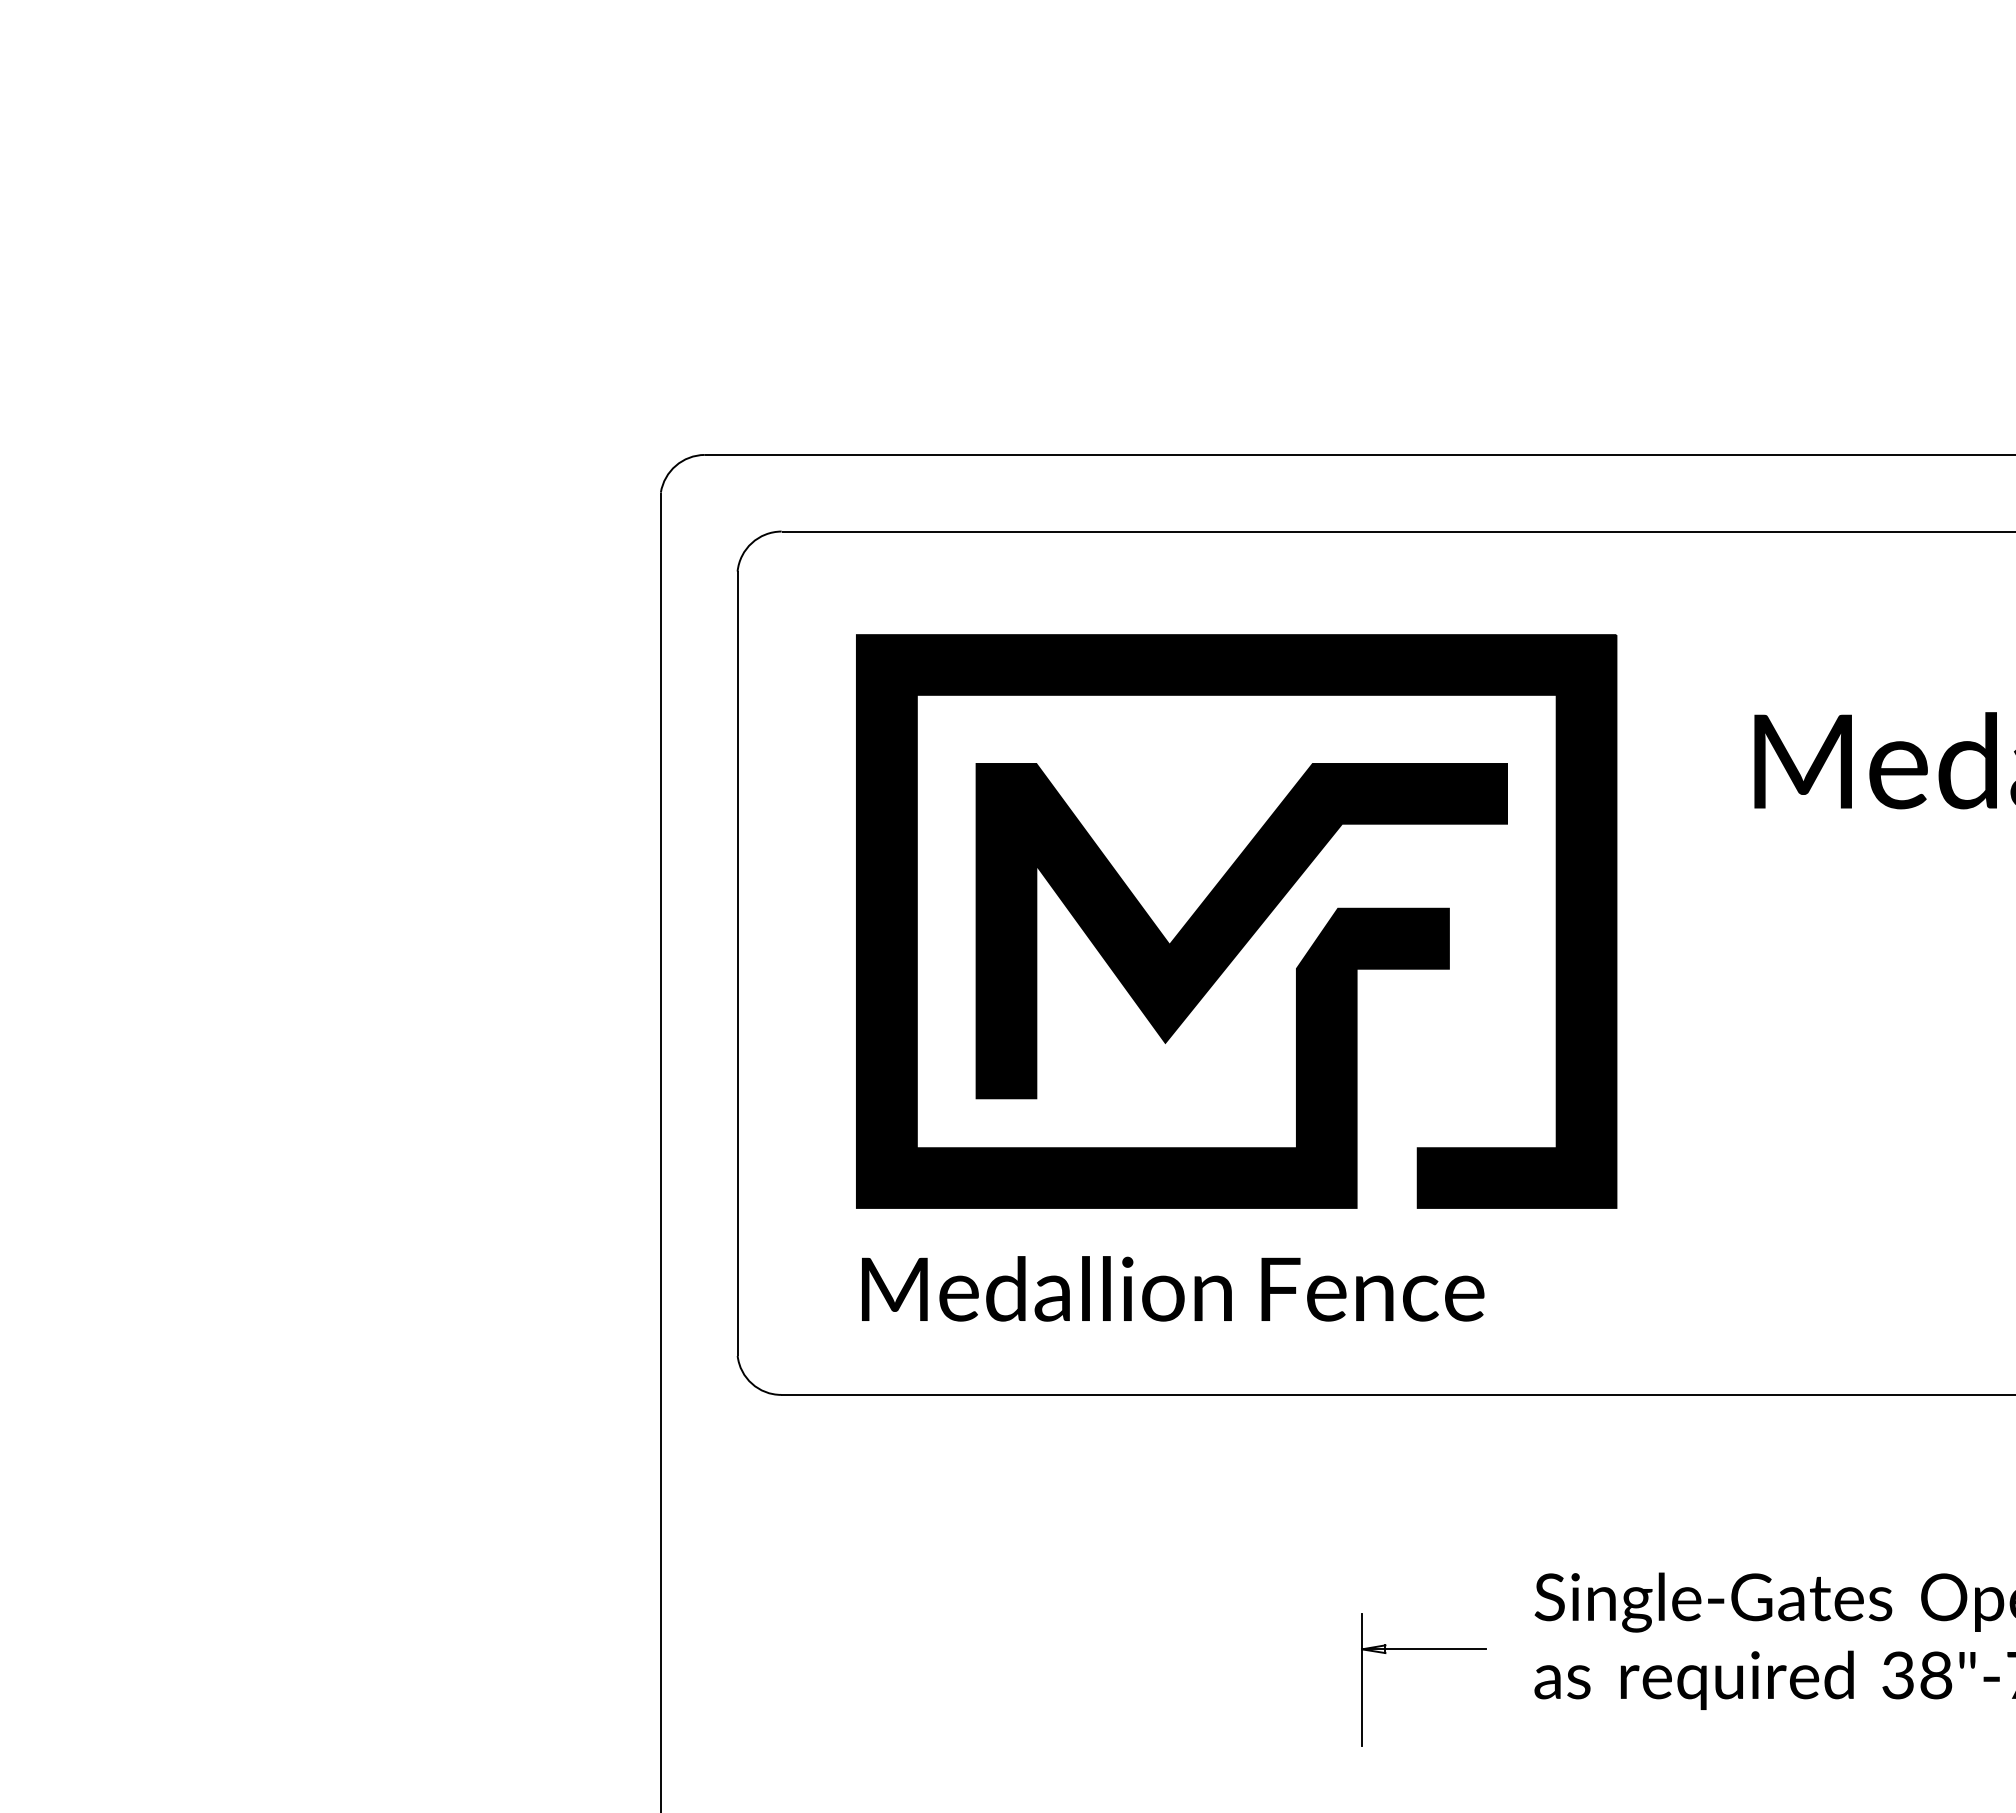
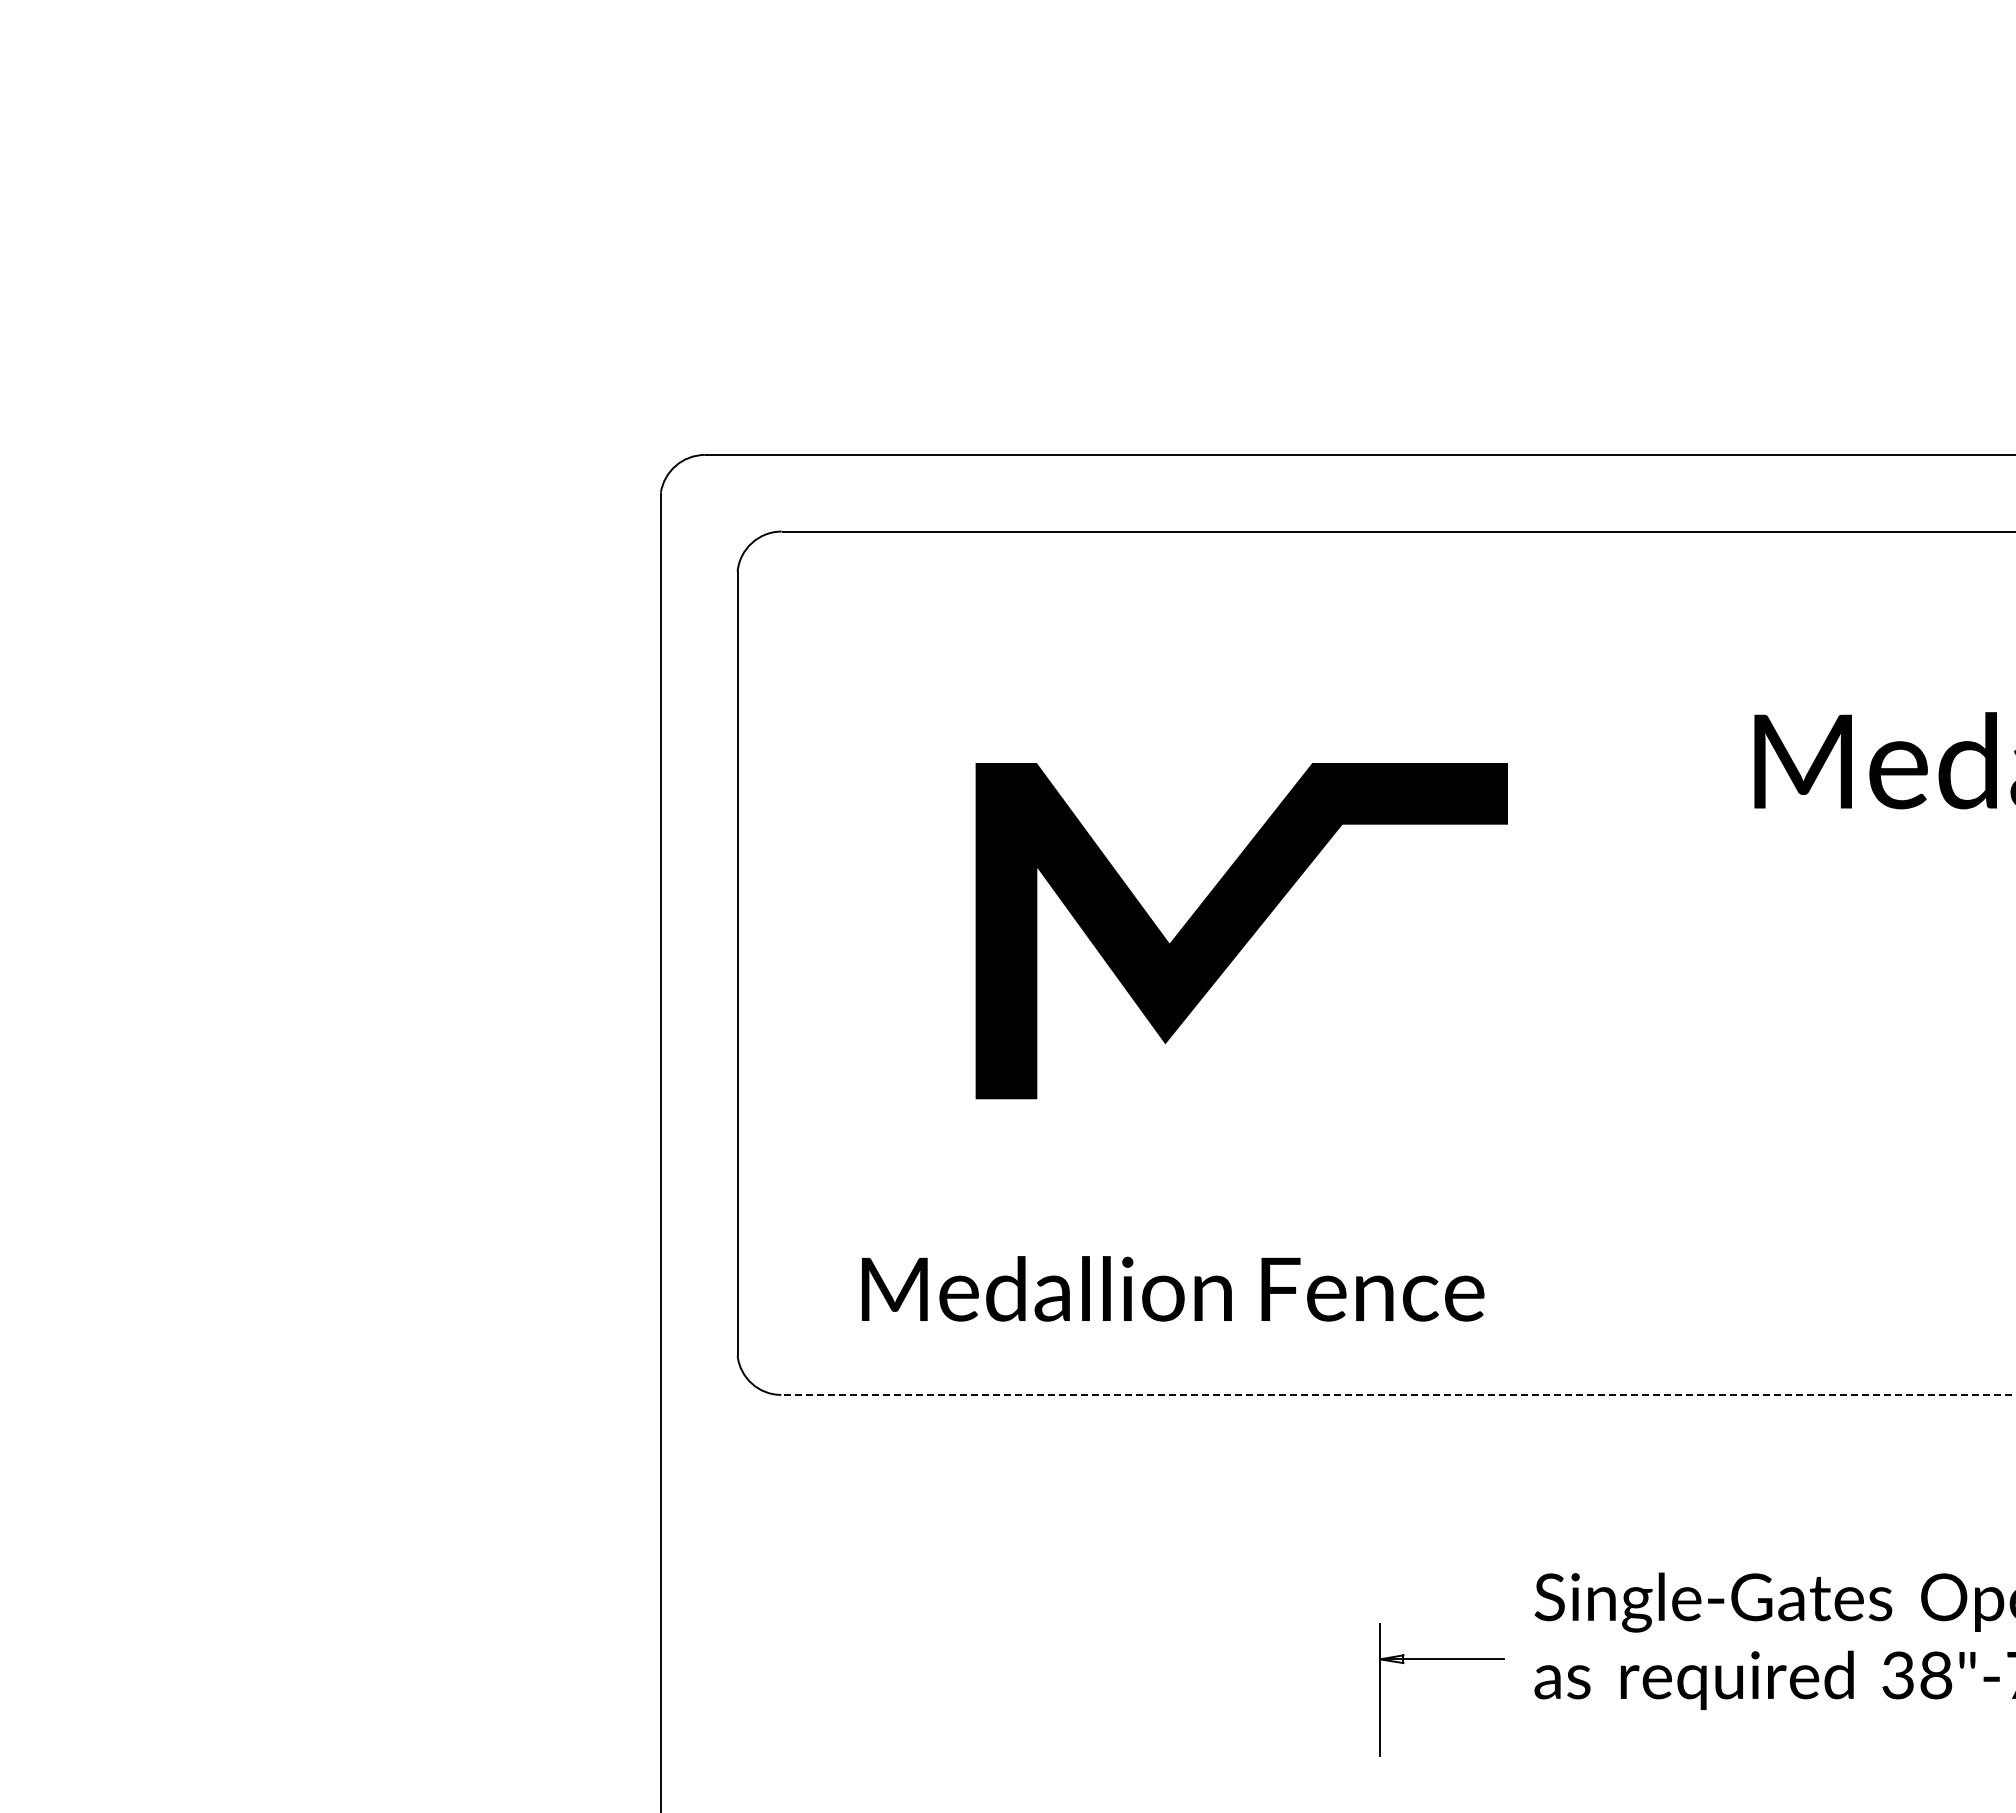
part at (1298, 964): present -> none
line at (1398, 1394): solid -> dashed
part at (1423, 1649) position: (1423, 1649) -> (1441, 1659)
